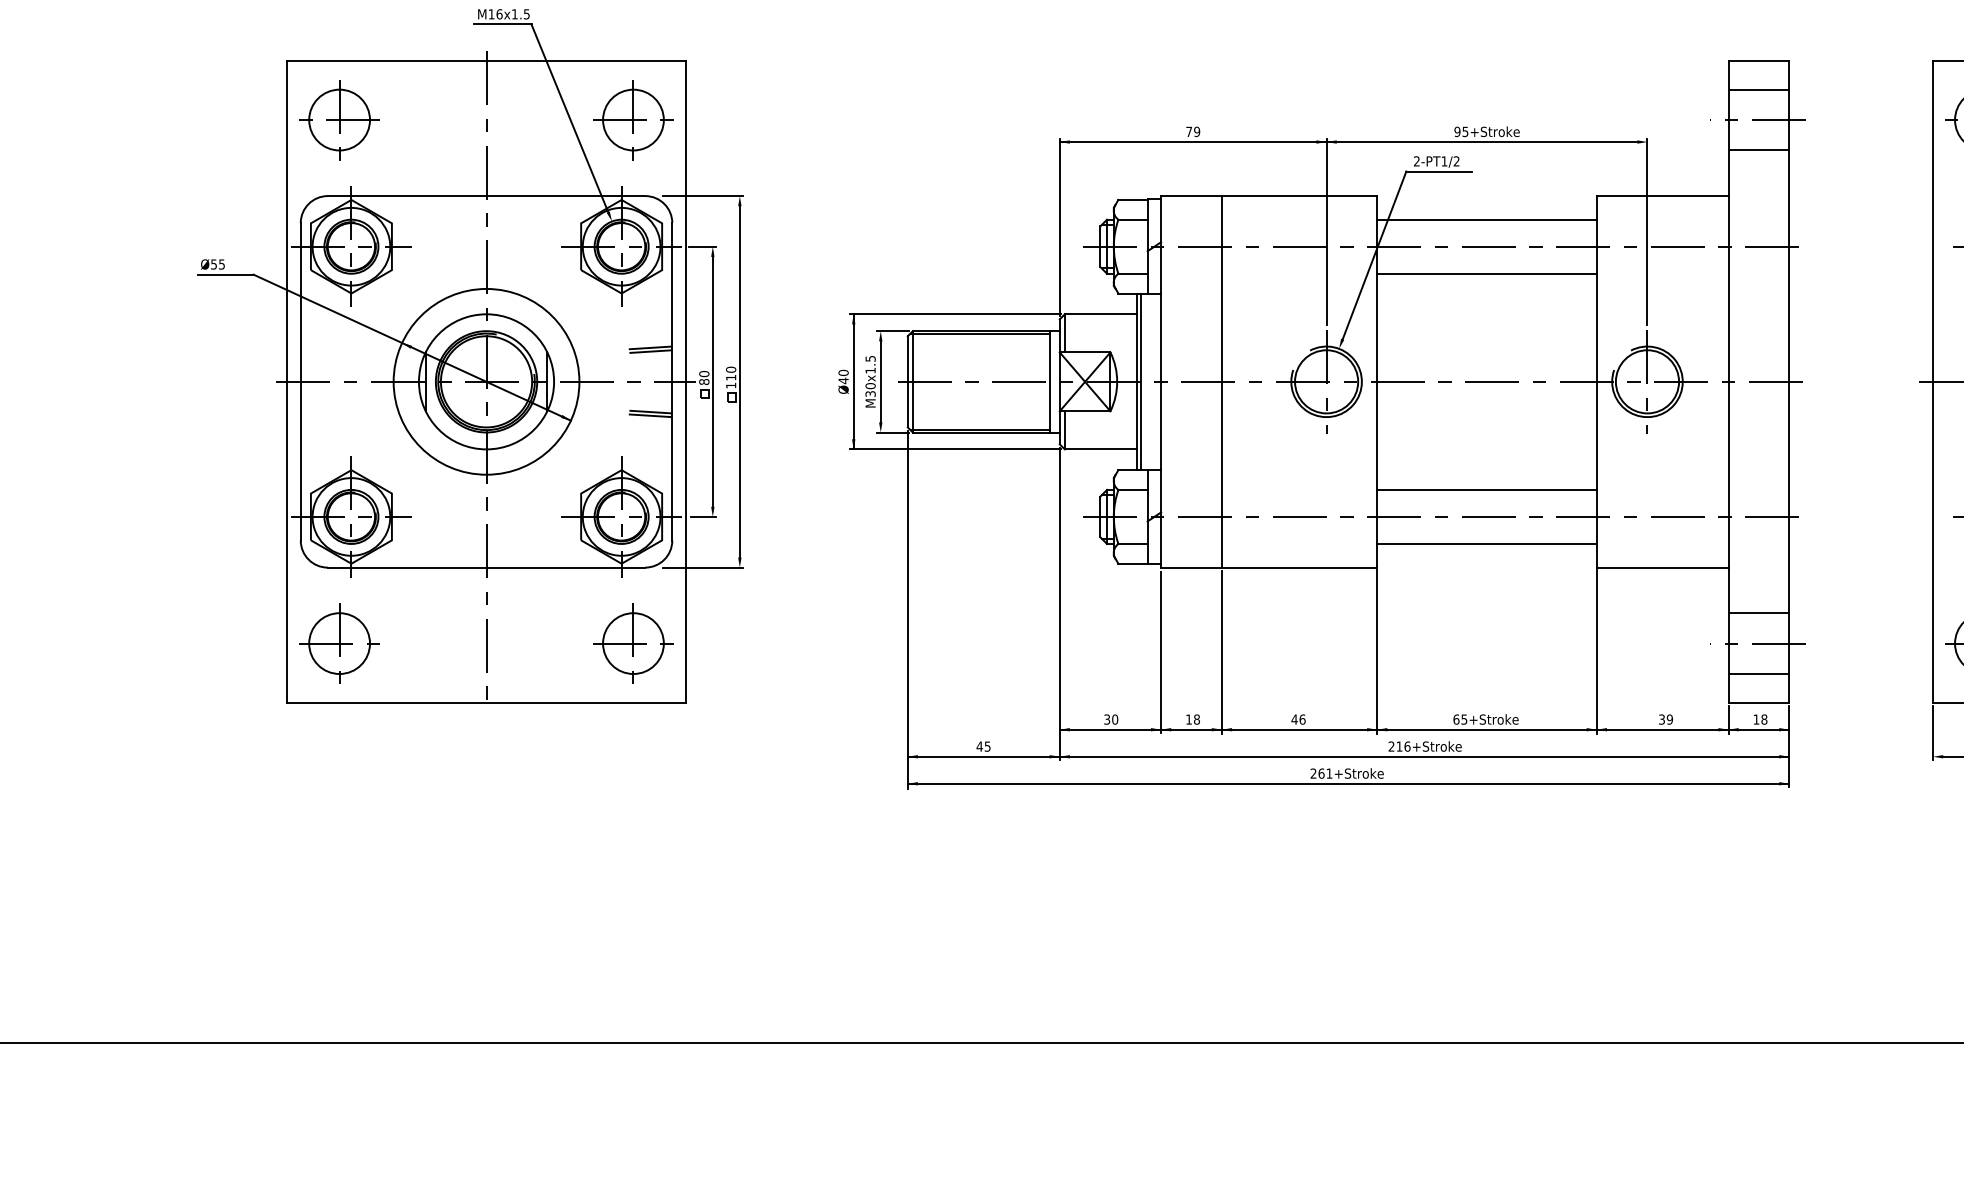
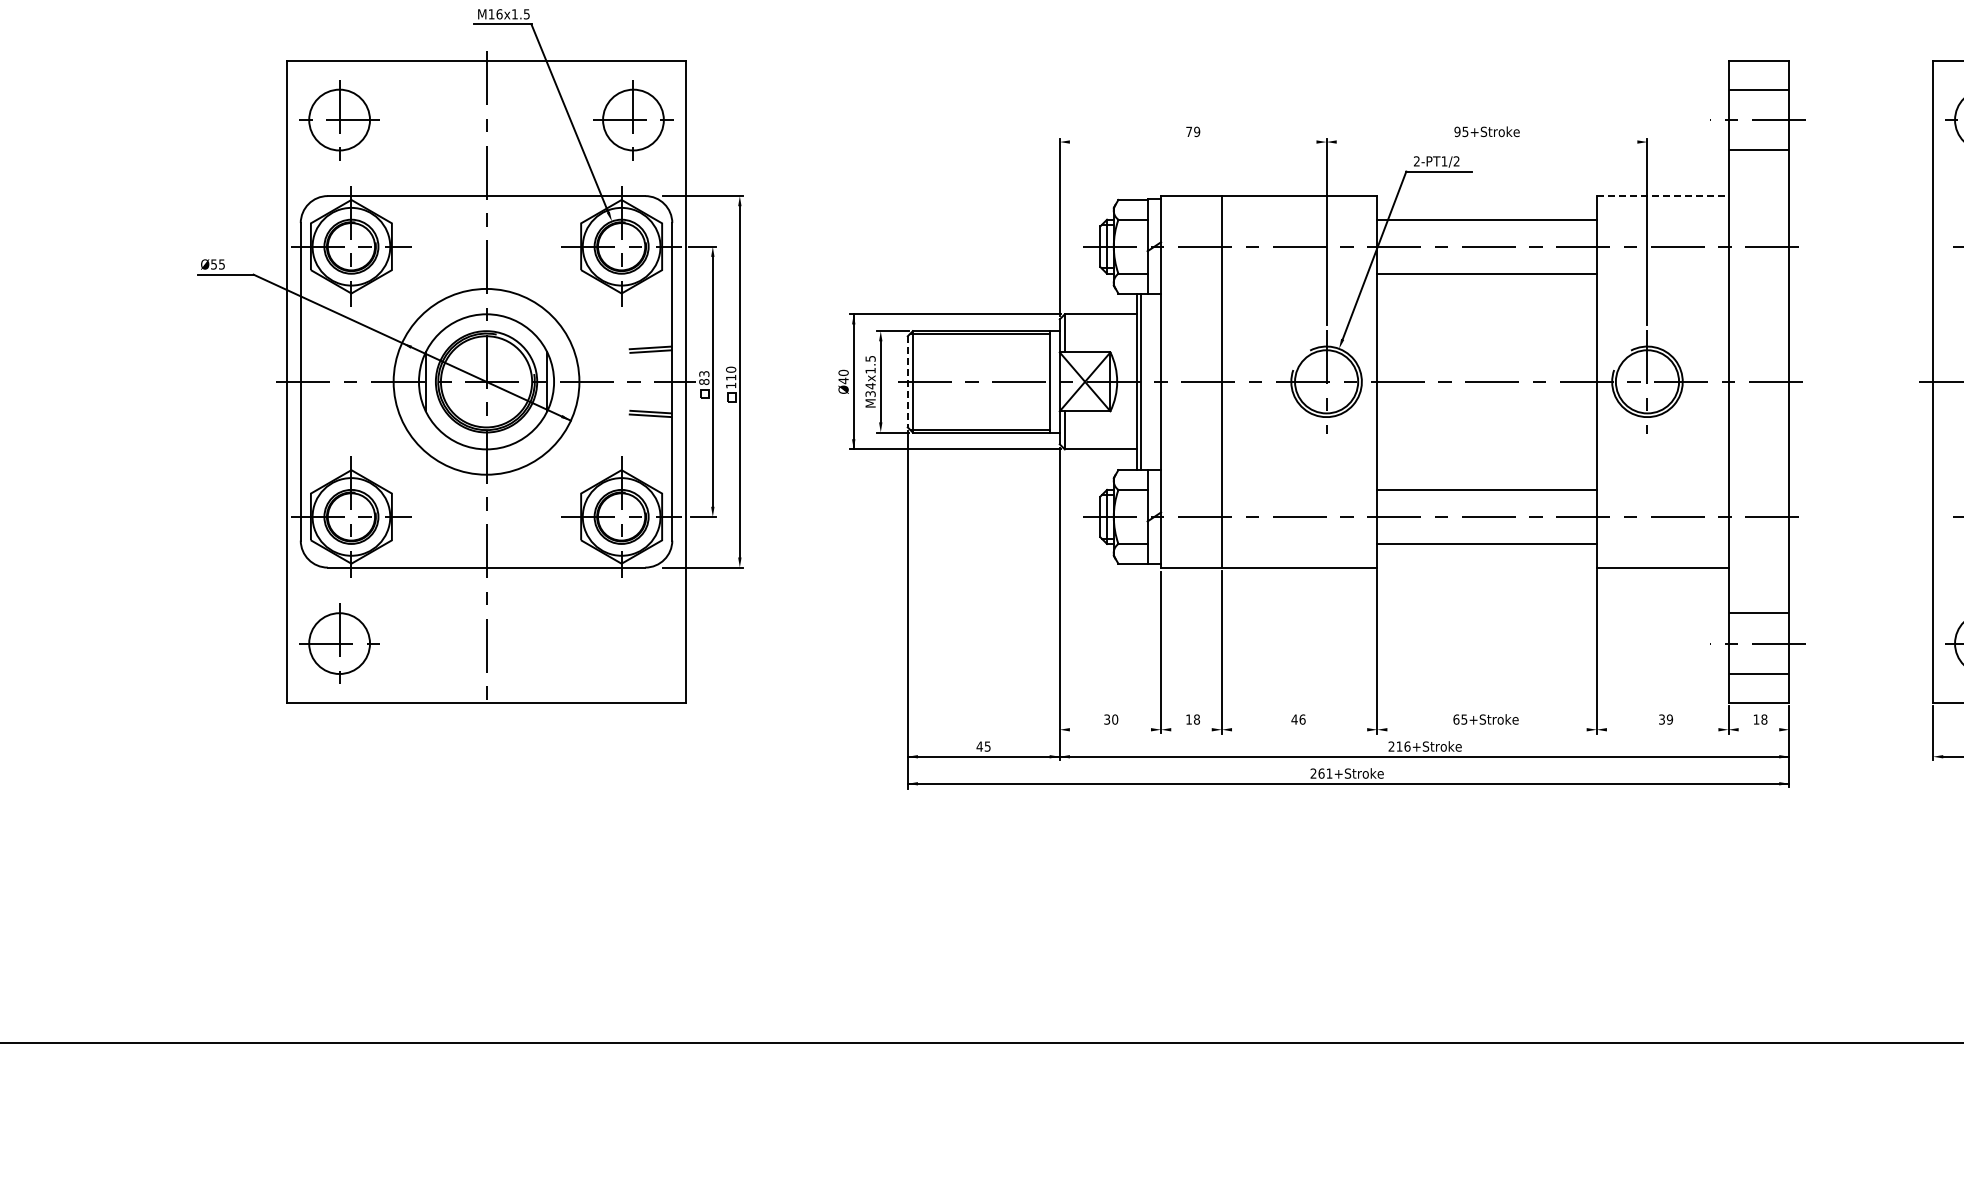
line at (1348, 142): present -> none
line at (1662, 196): solid -> dashed
text at (704, 374): 80 -> 83
line at (907, 381): solid -> dashed
text at (870, 385): M30x1.5 -> M34x1.5
part at (633, 643): present -> none
line at (1424, 729): present -> none
